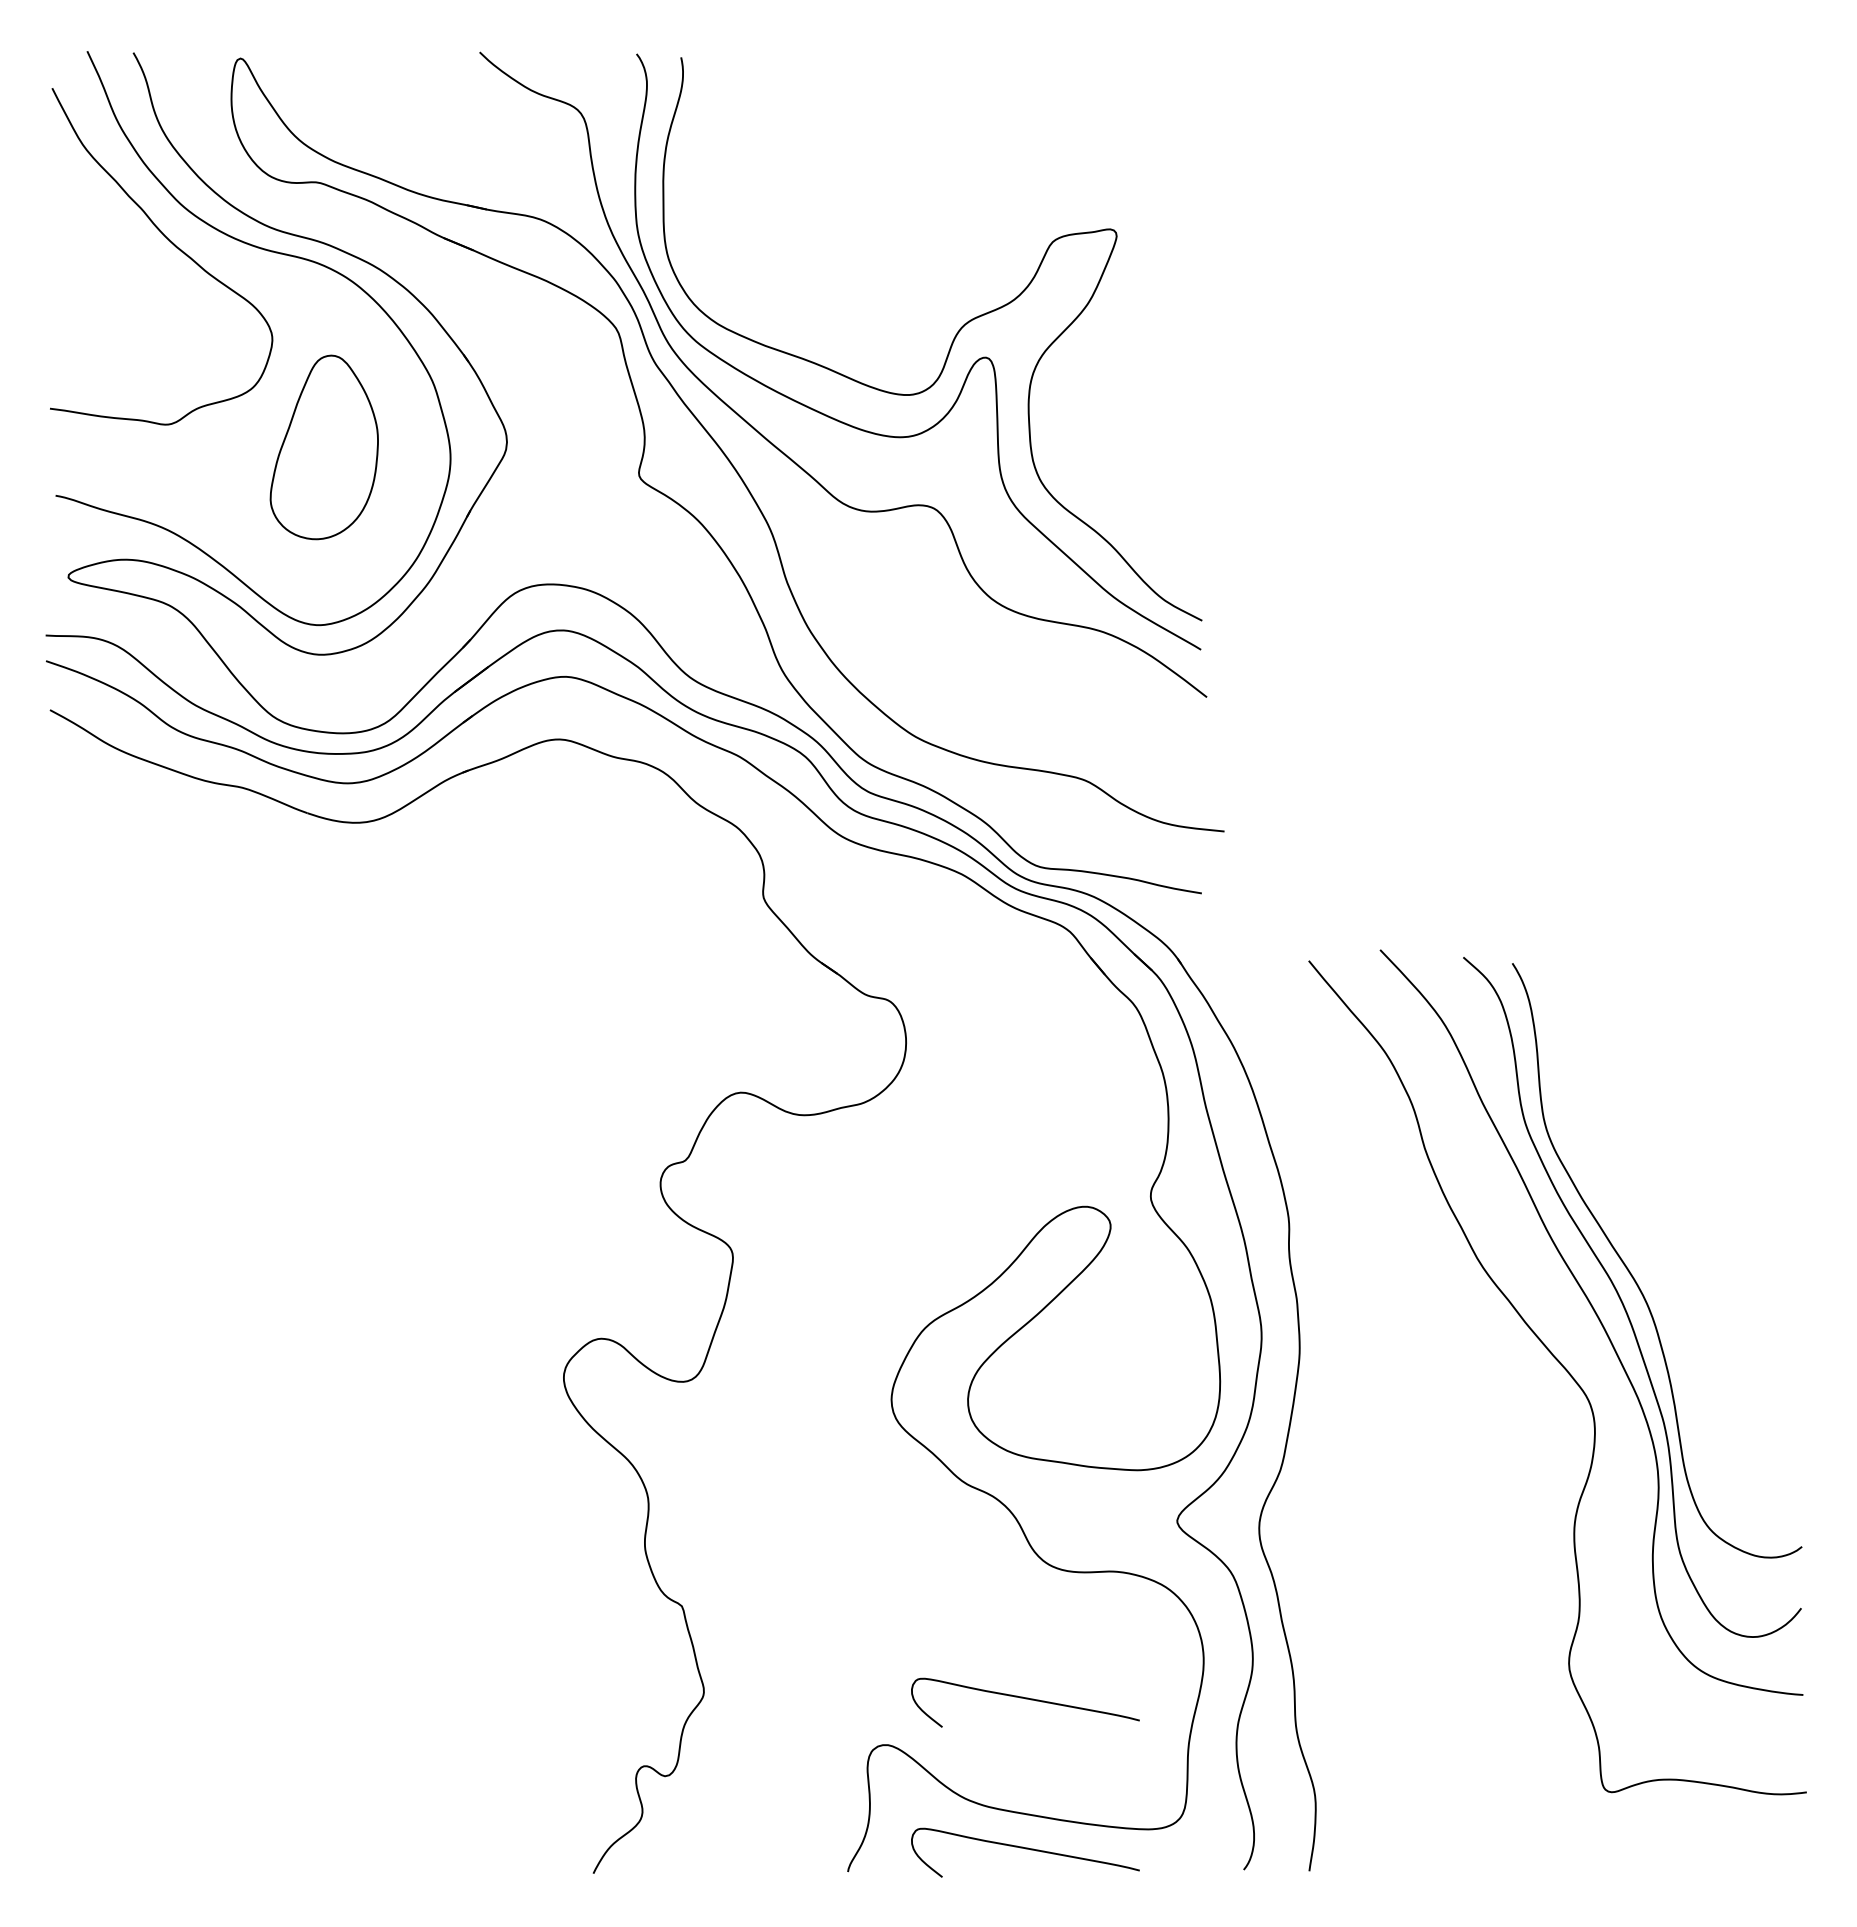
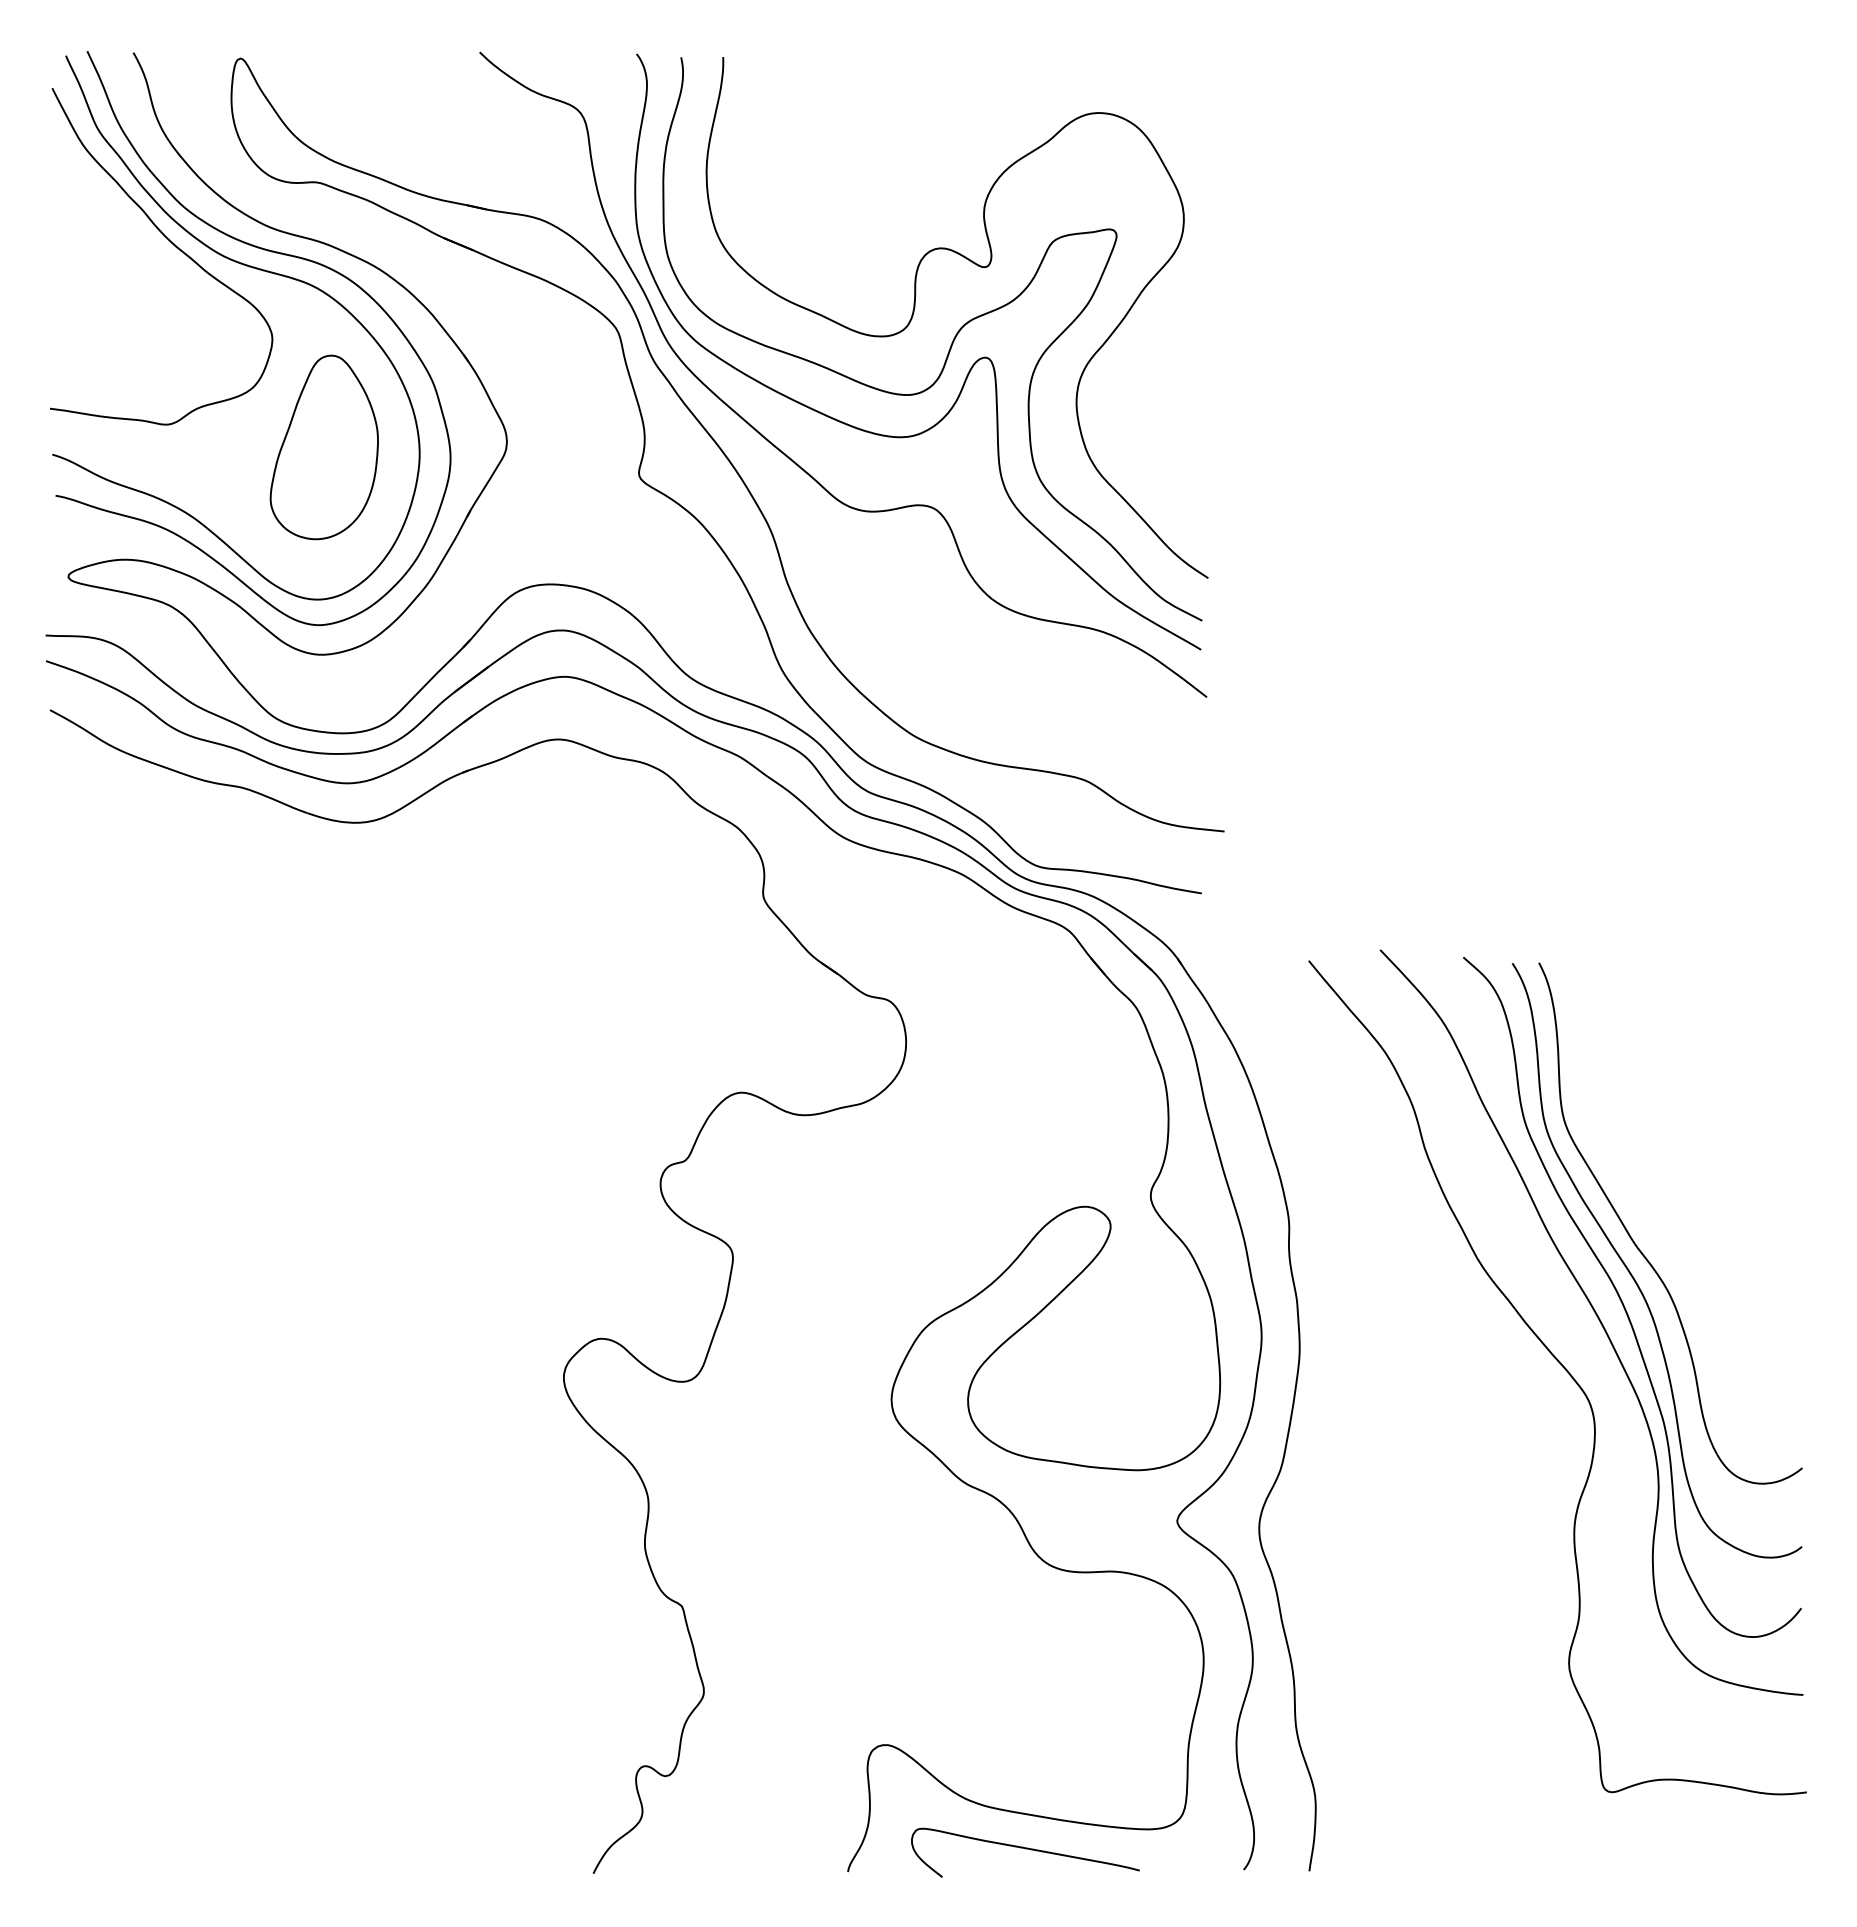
curve at (252, 268): none -> present
curve at (915, 308): none -> present
part at (1637, 1245): none -> present
curve at (1025, 1699): present -> none
